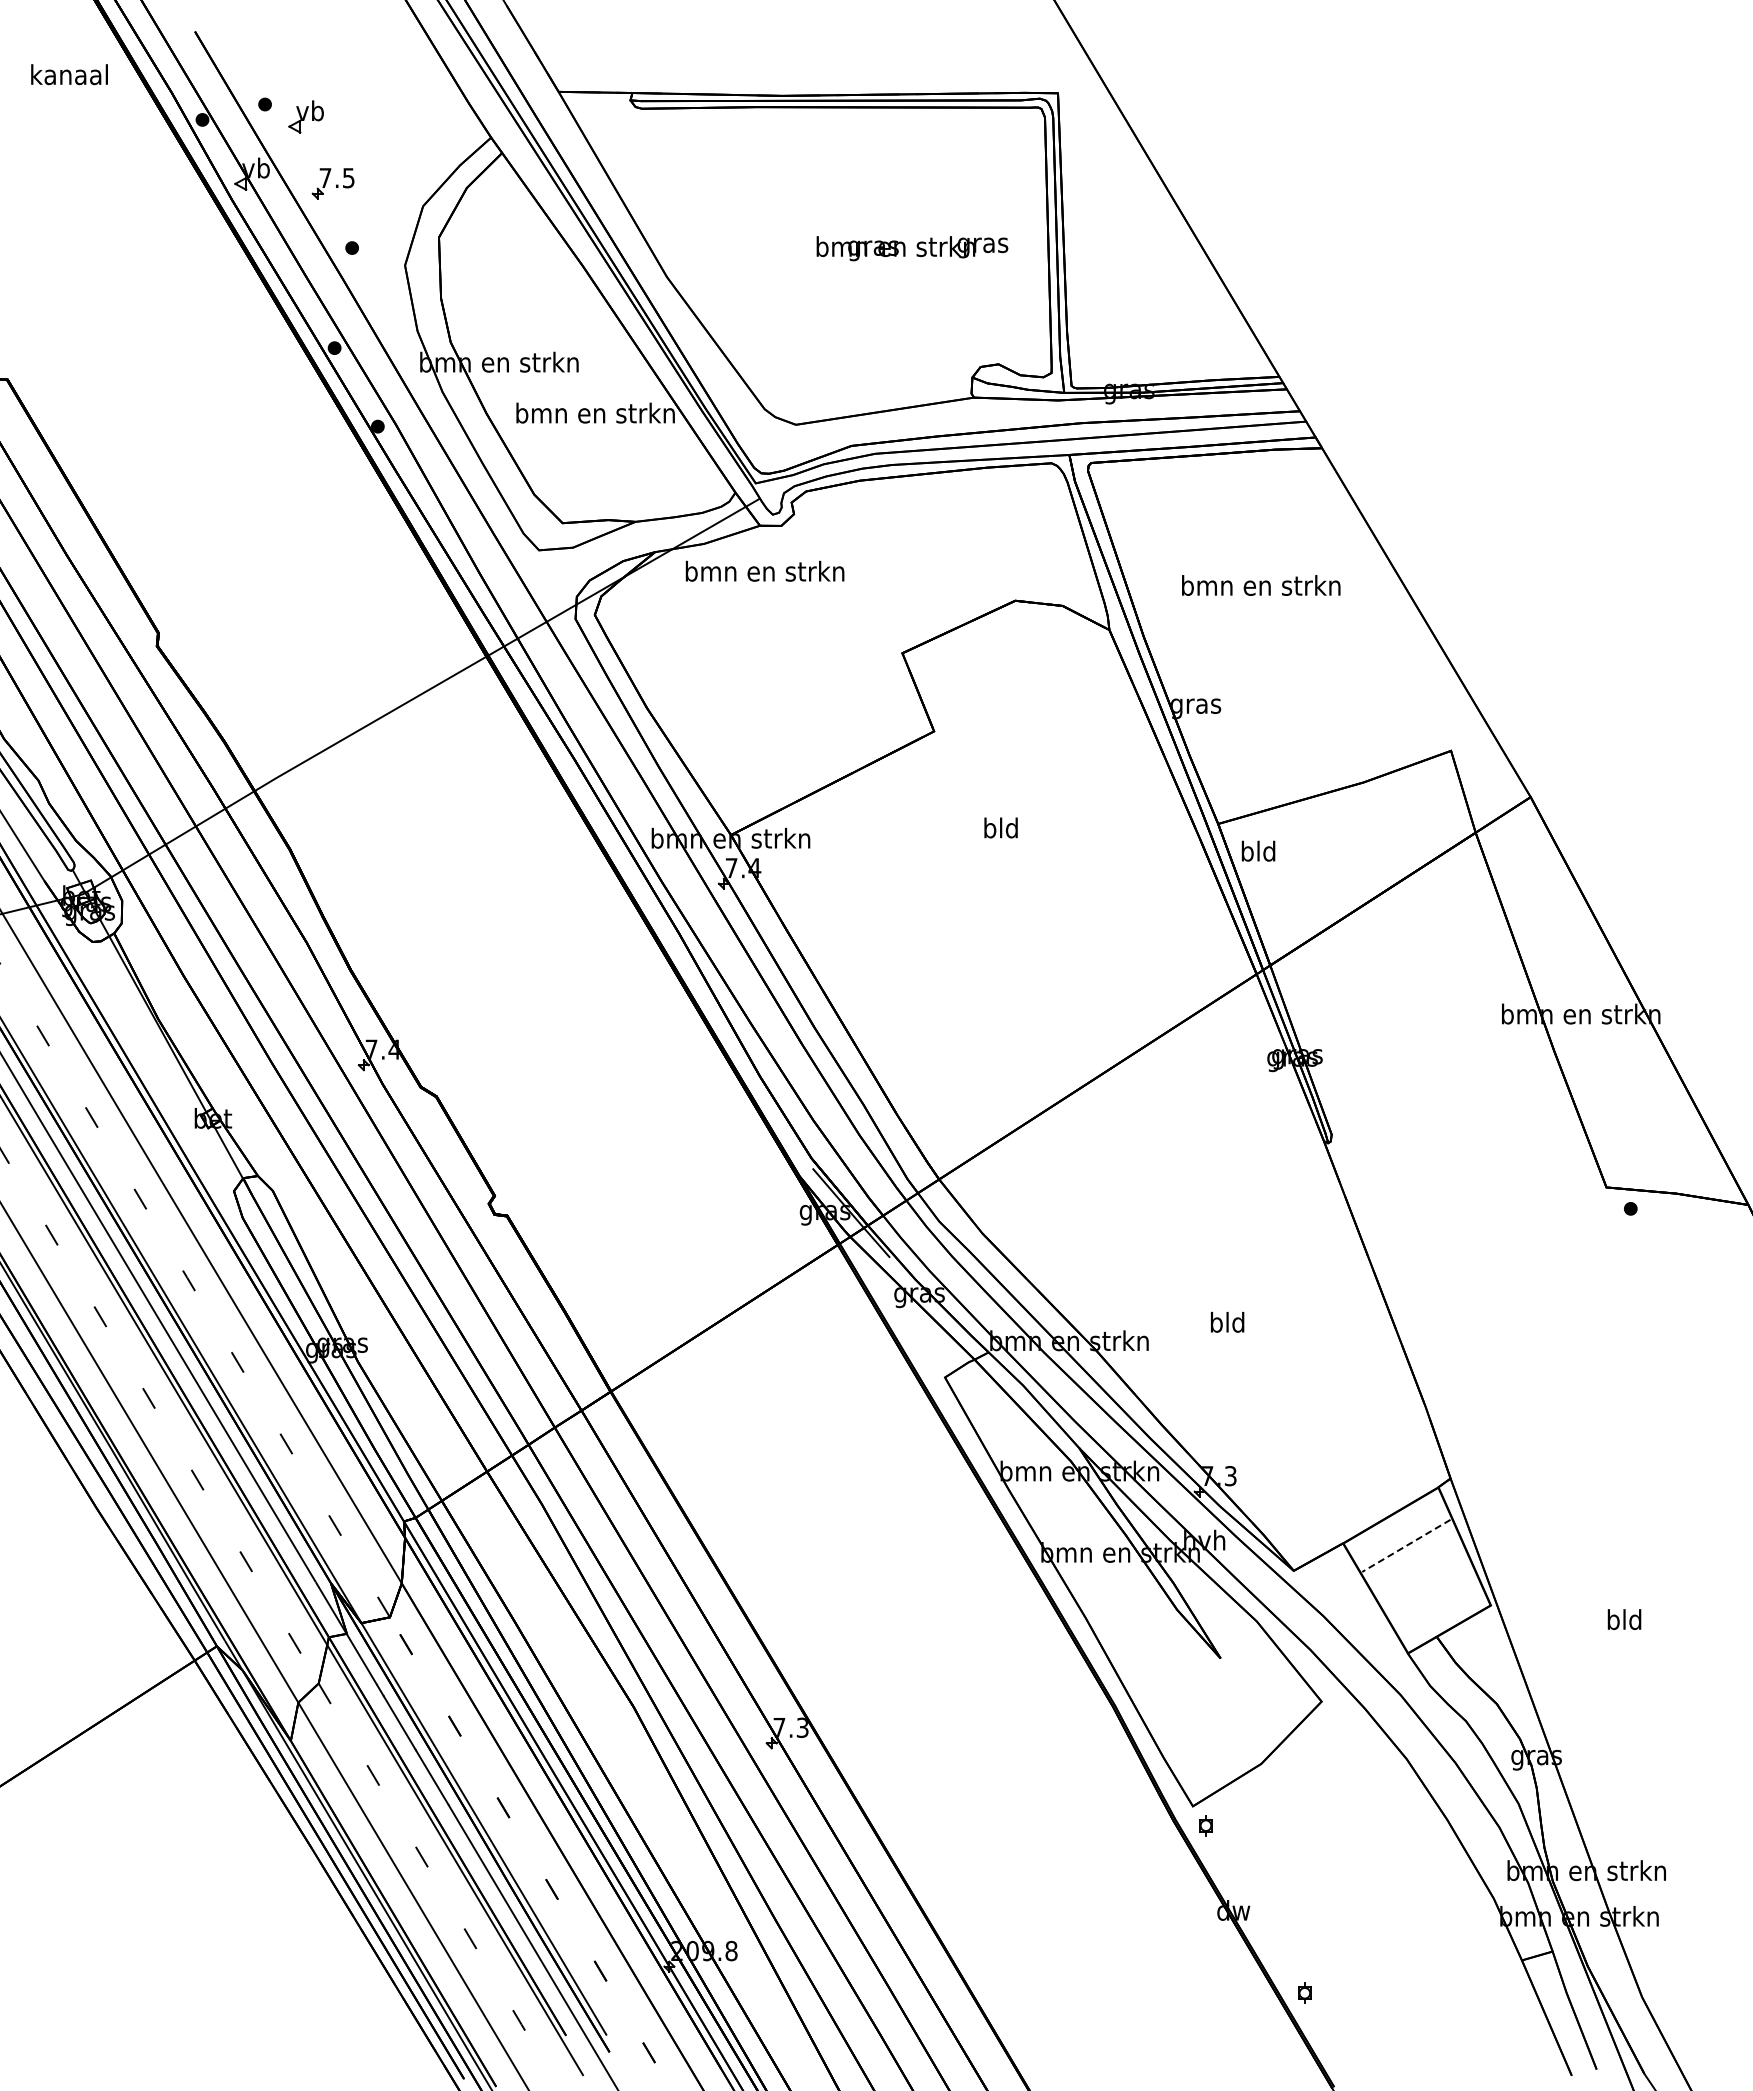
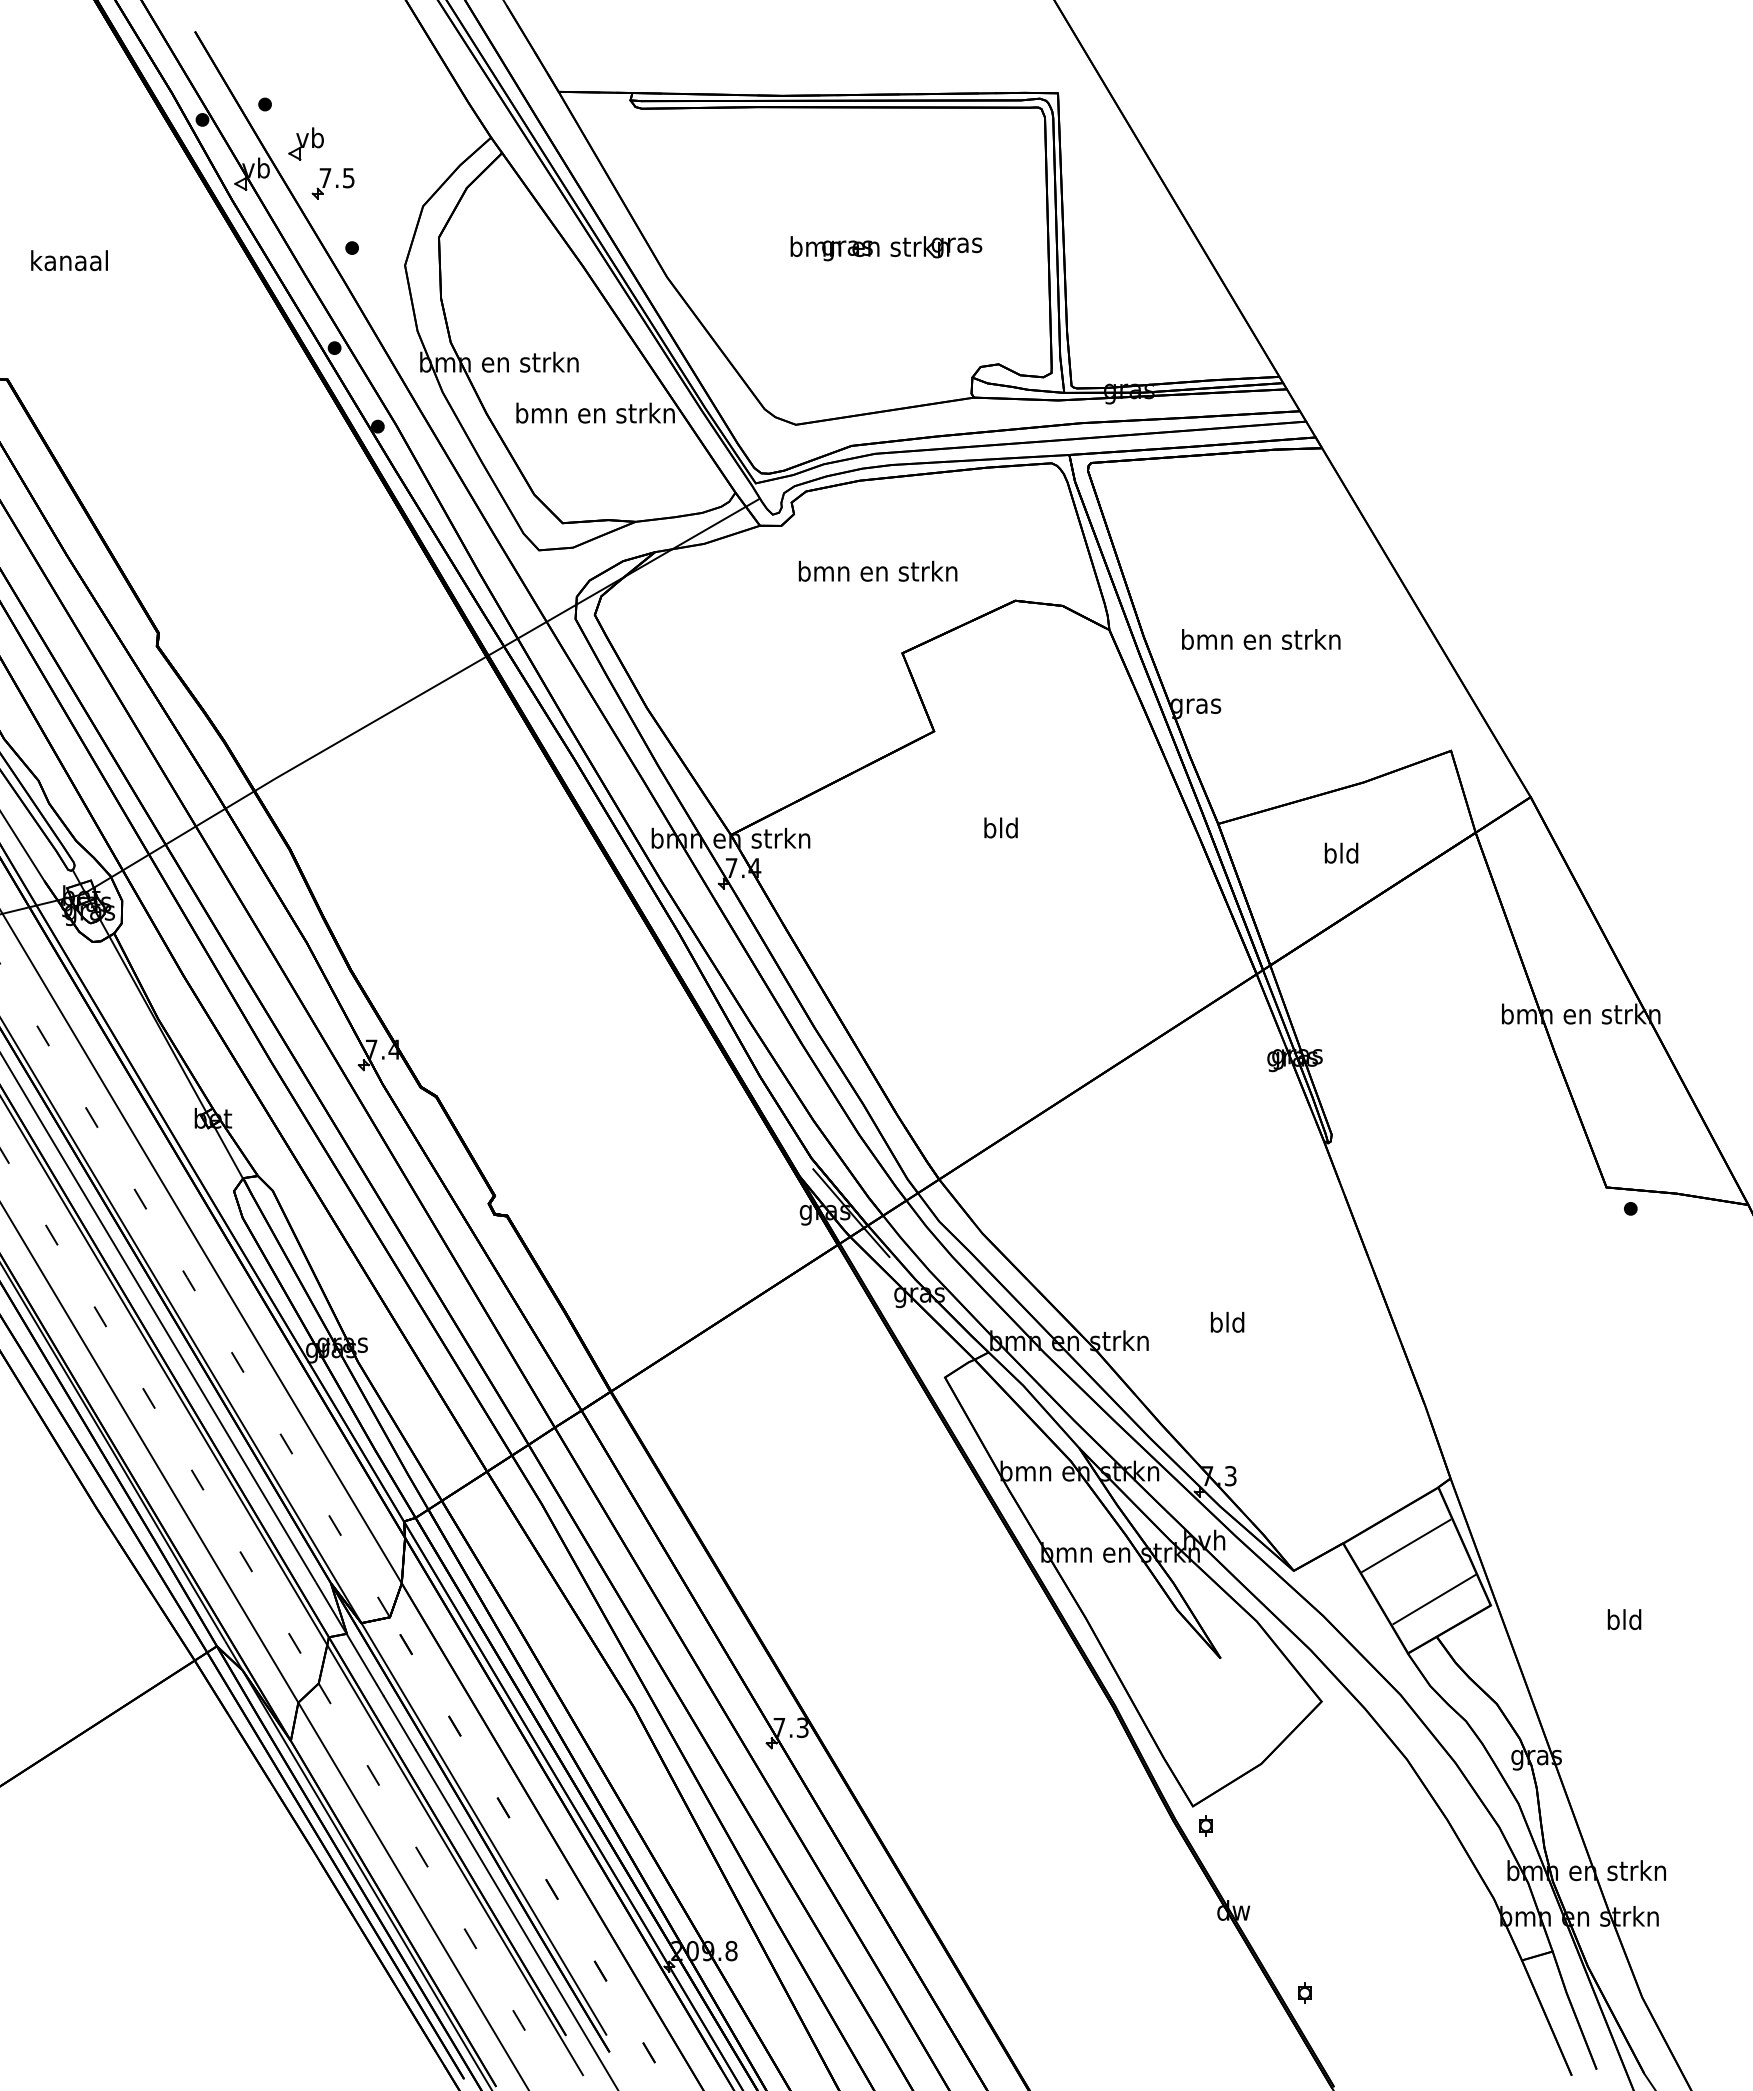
text at (69, 74) position: (69, 74) -> (69, 260)
part at (305, 116) position: (305, 116) -> (305, 143)
text at (912, 248) position: (912, 248) -> (886, 248)
text at (764, 570) position: (764, 570) -> (877, 570)
text at (1261, 585) position: (1261, 585) -> (1261, 639)
text at (1258, 850) position: (1258, 850) -> (1341, 852)
line at (1405, 1546): dashed -> solid
line at (1434, 1599): none -> present
